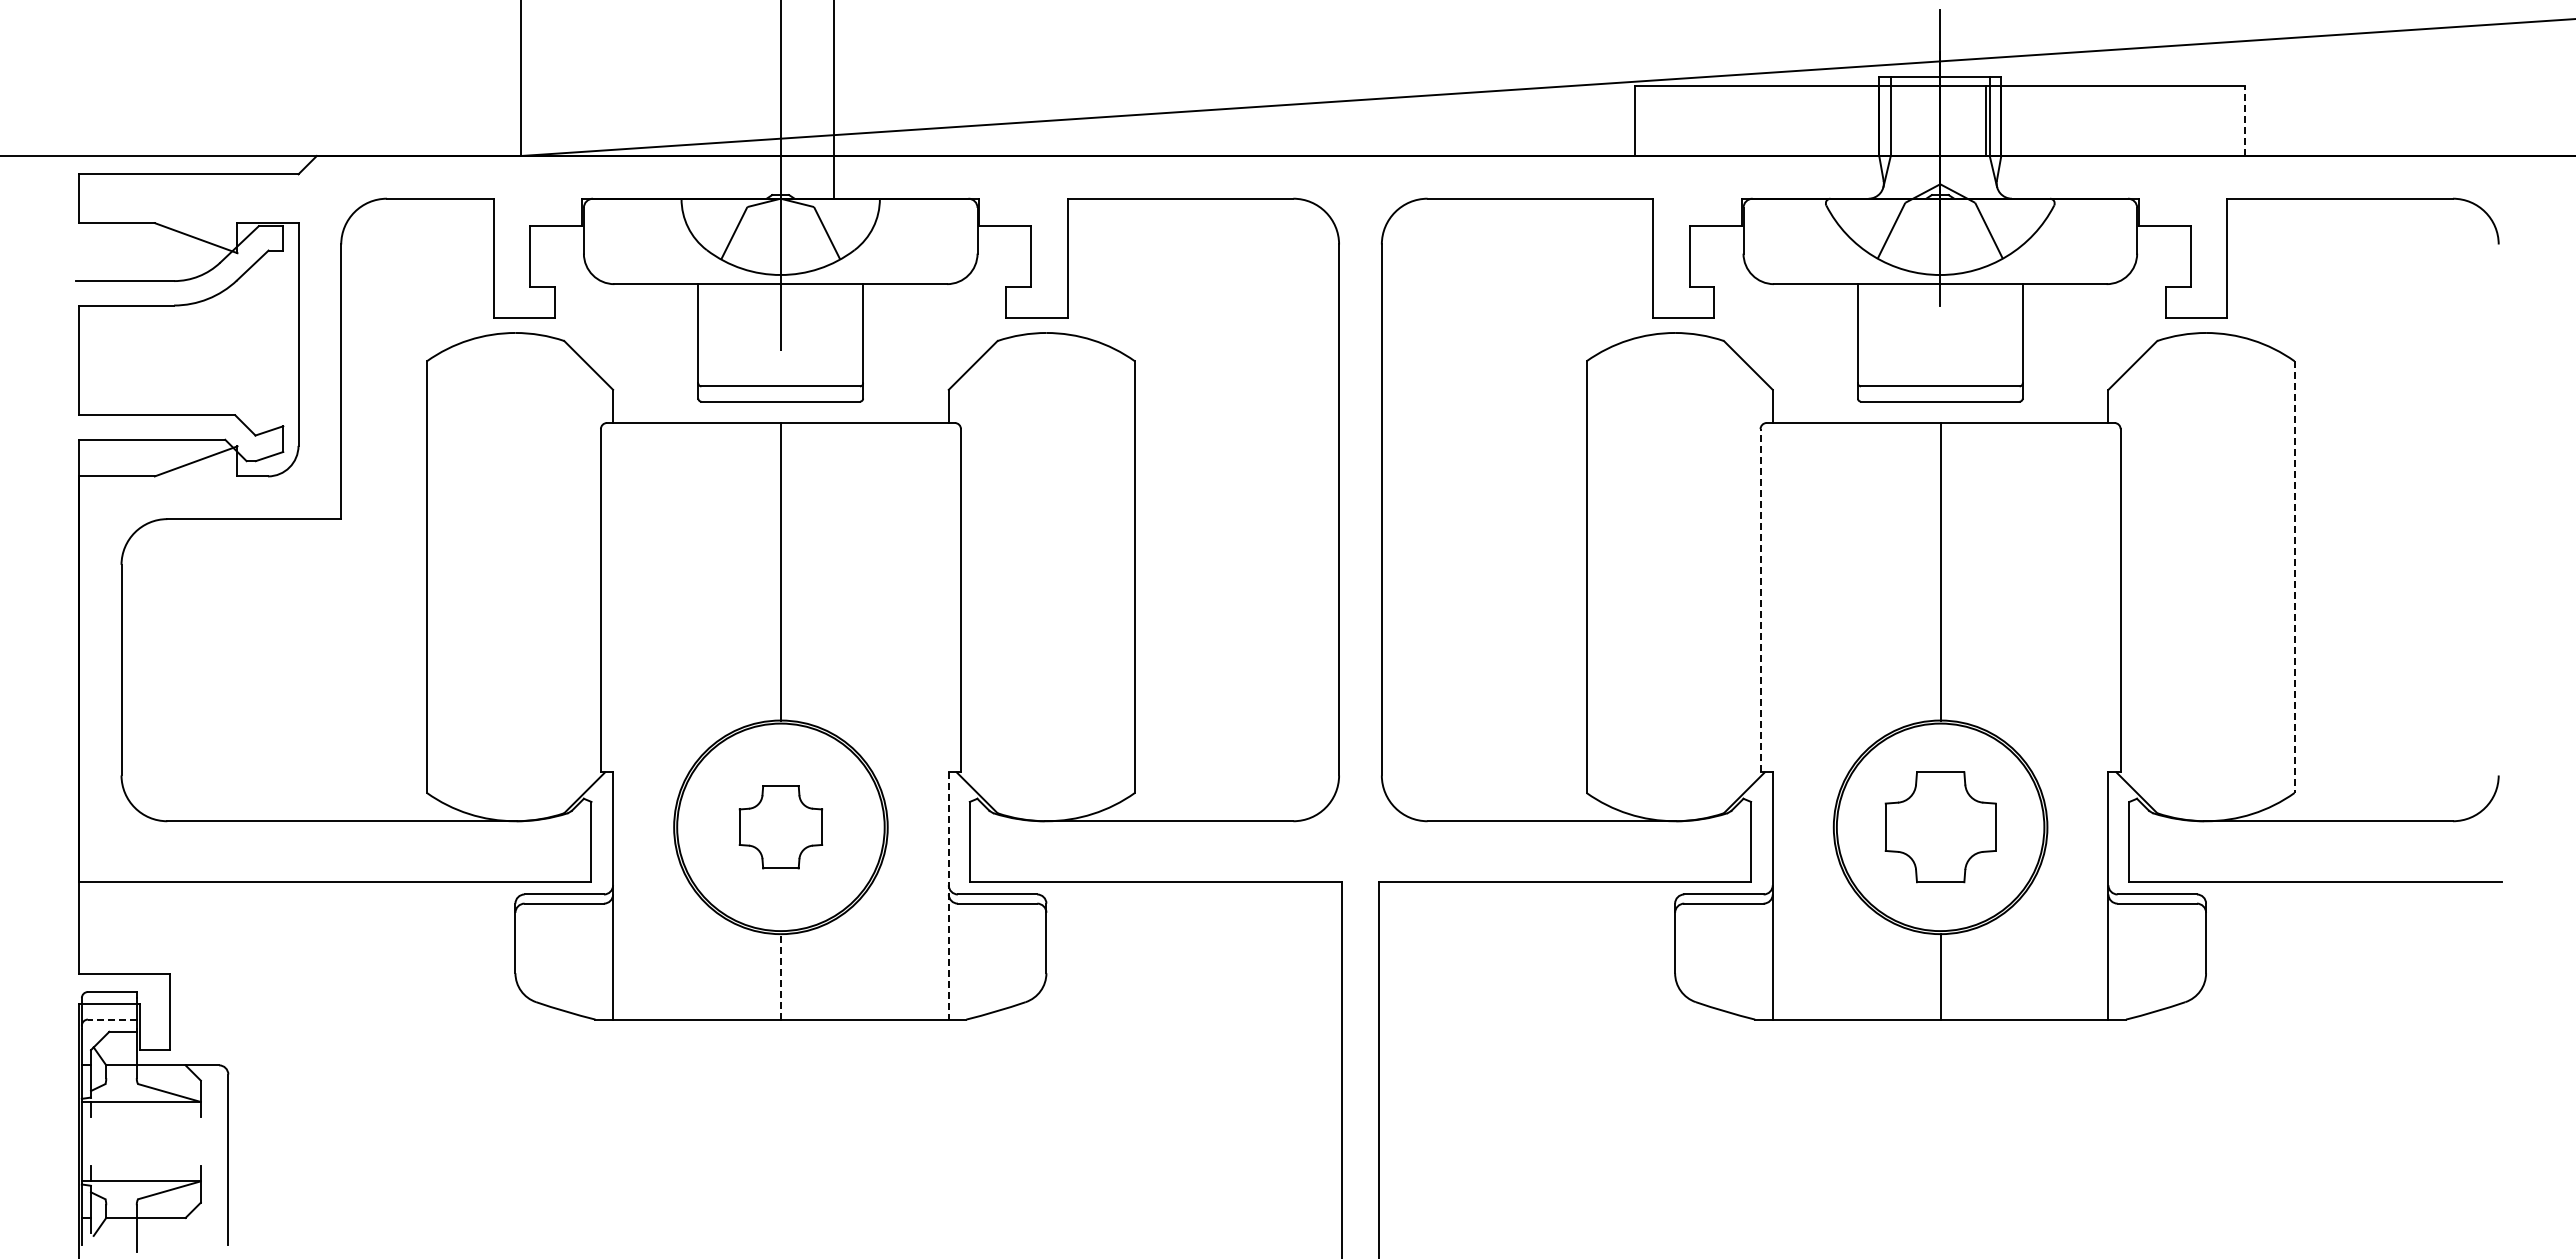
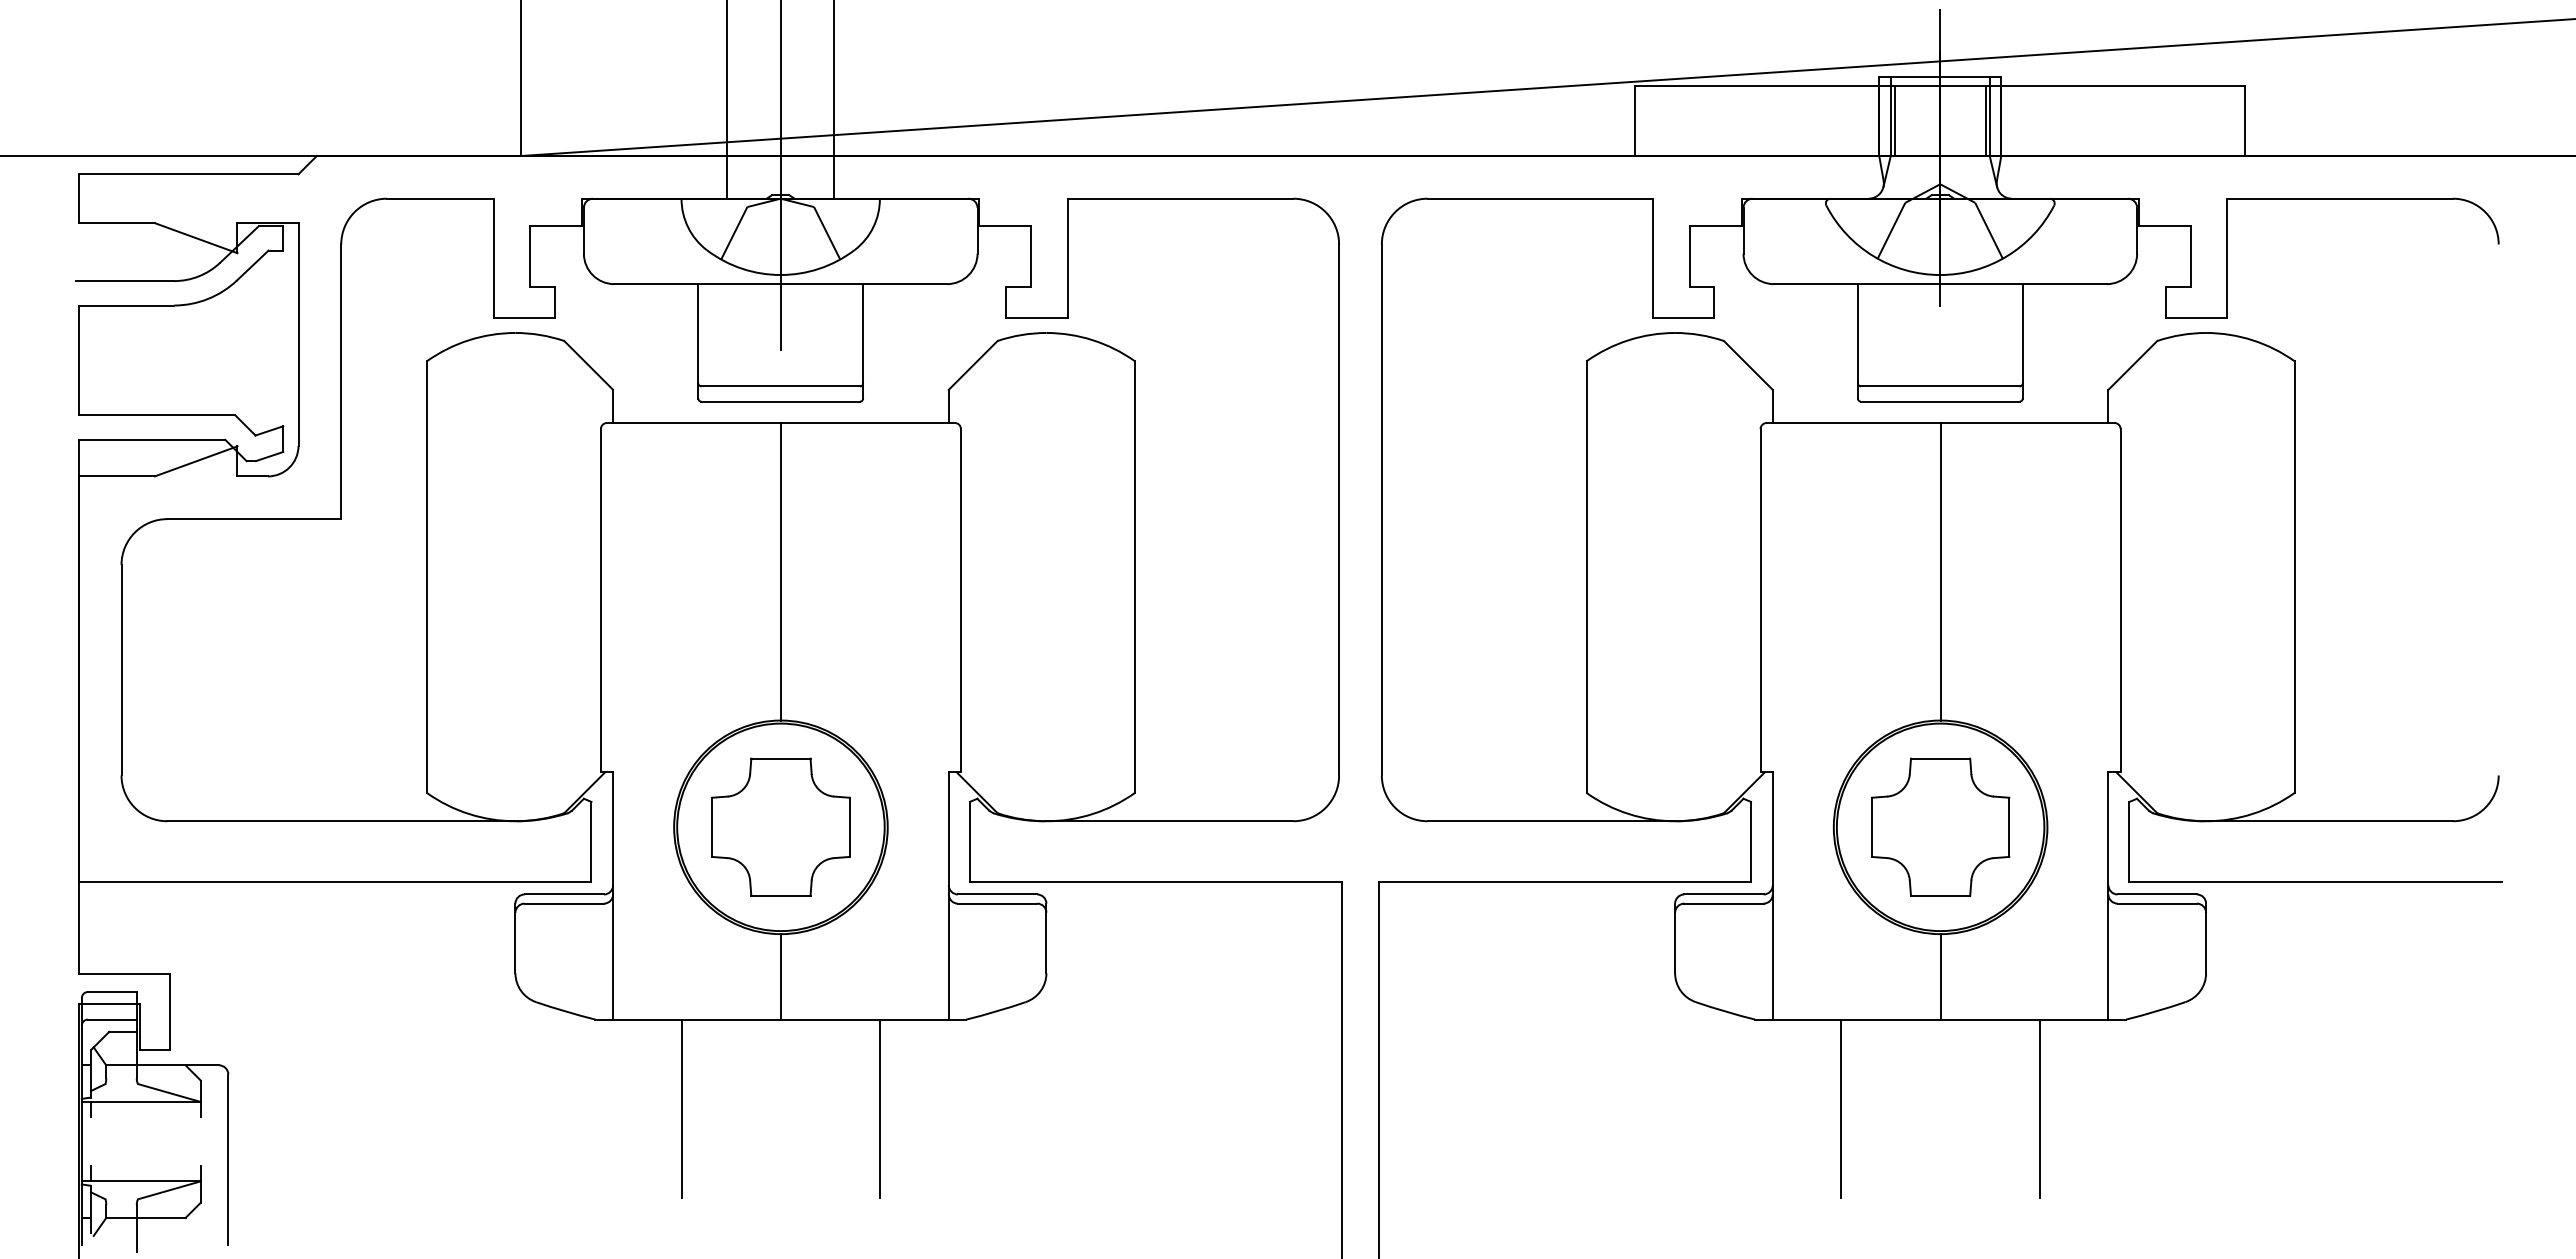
line at (727, 100): none -> present
line at (1894, 120): none -> present
line at (2245, 120): dashed -> solid
line at (2294, 577): dashed -> solid
line at (1760, 600): dashed -> solid
part at (780, 827) size: 86x85 px -> 140x140 px
part at (1940, 827) size: 113x113 px -> 140x140 px
line at (948, 896): dashed -> solid
line at (780, 976): dashed -> solid
line at (111, 1019): dashed -> solid
line at (681, 1108): none -> present
line at (880, 1108): none -> present
line at (1841, 1108): none -> present
line at (2039, 1108): none -> present
